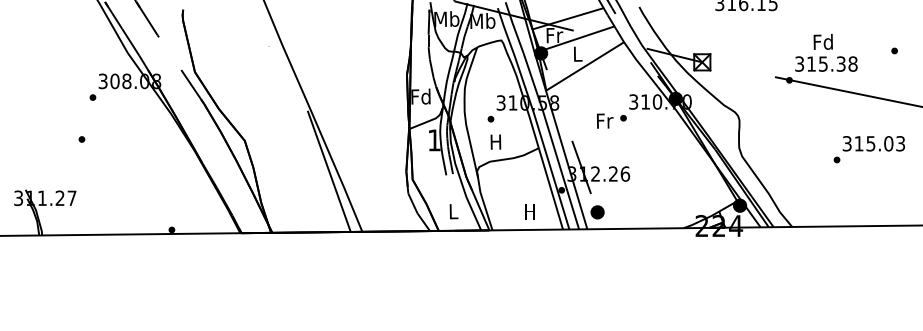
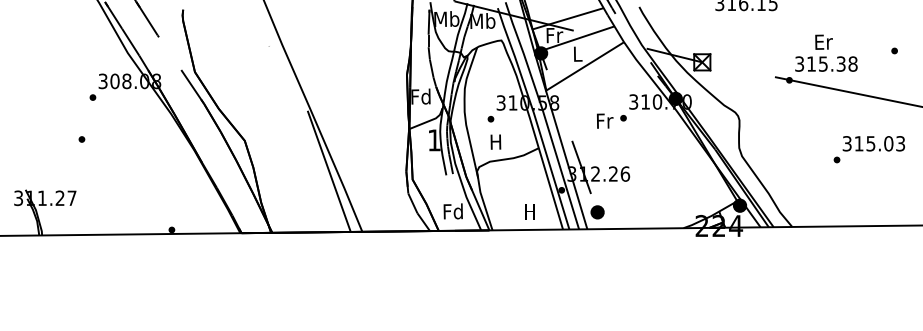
text at (822, 41): Fd -> Er
text at (452, 211): L -> Fd
